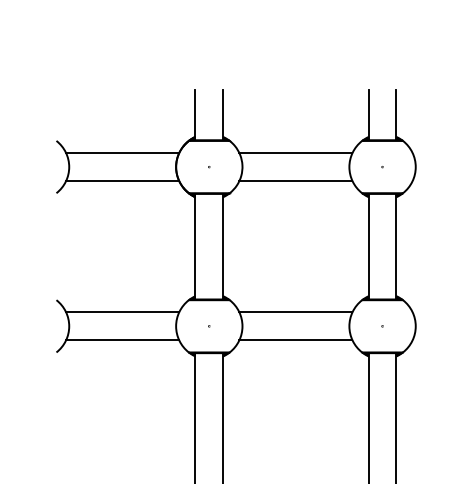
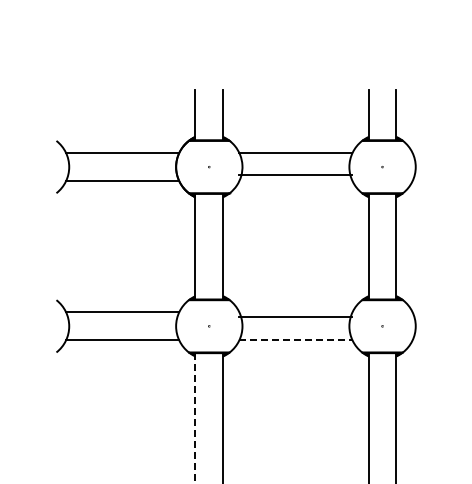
line at (295, 180) position: (295, 180) -> (295, 174)
line at (295, 312) position: (295, 312) -> (295, 317)
line at (296, 340): solid -> dashed
line at (195, 419): solid -> dashed
